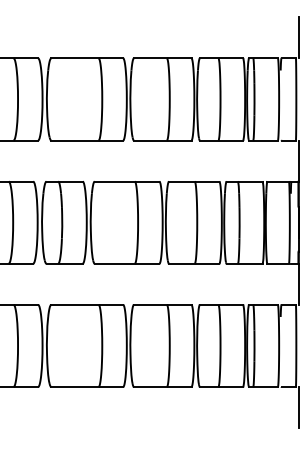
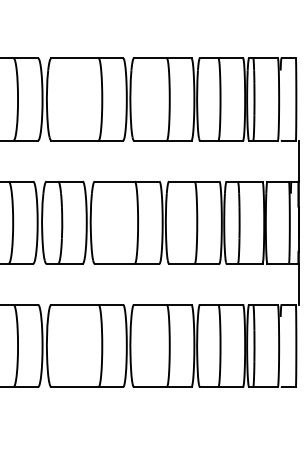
line at (298, 37): present -> none
line at (298, 407): present -> none
